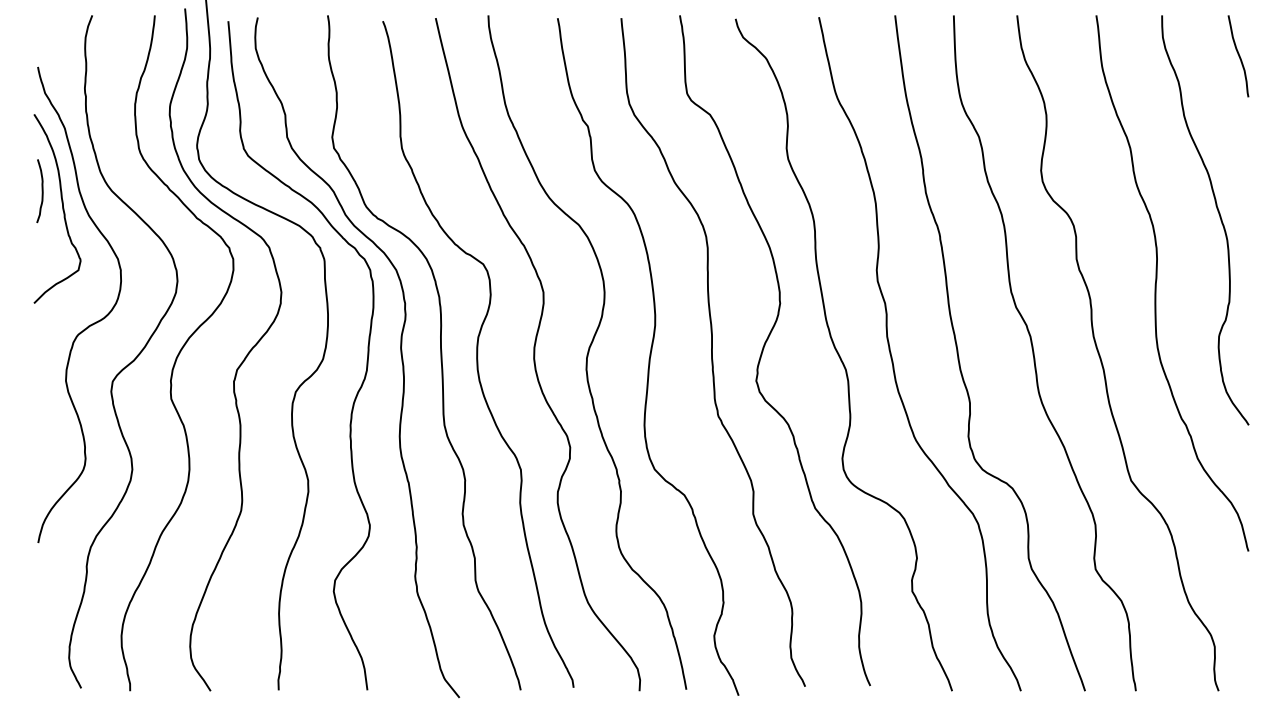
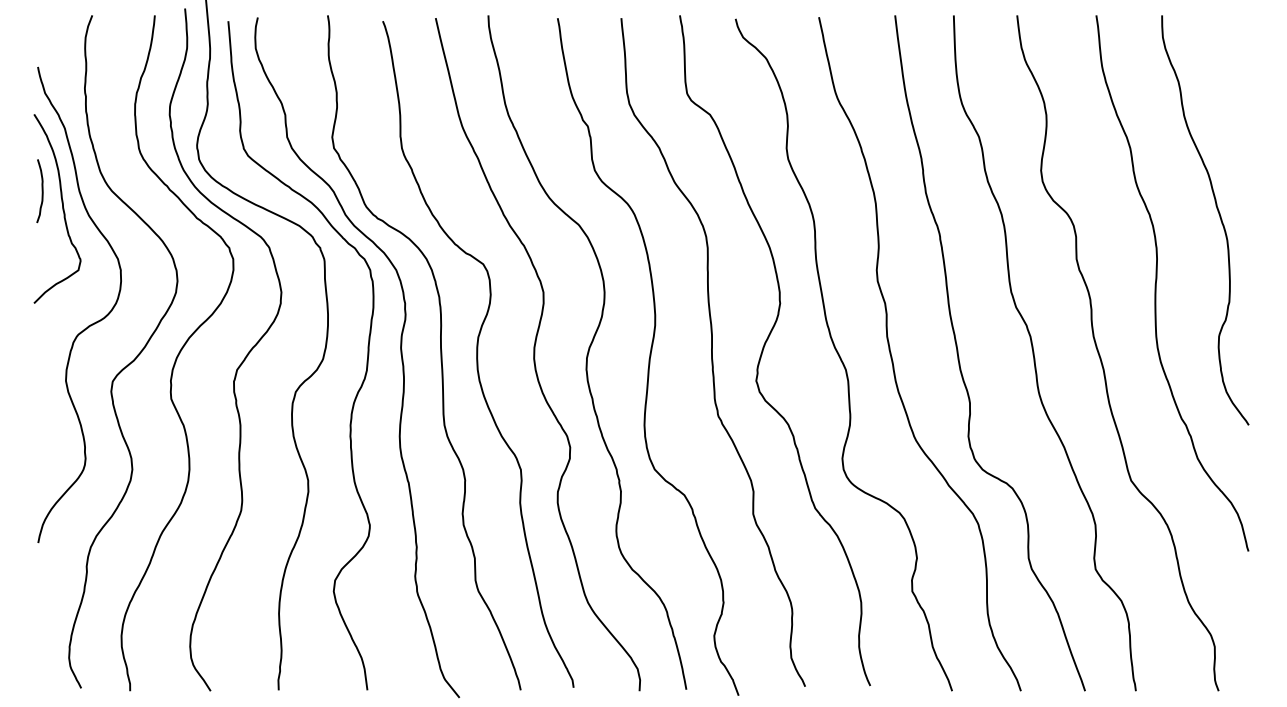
curve at (1238, 56): present -> none
